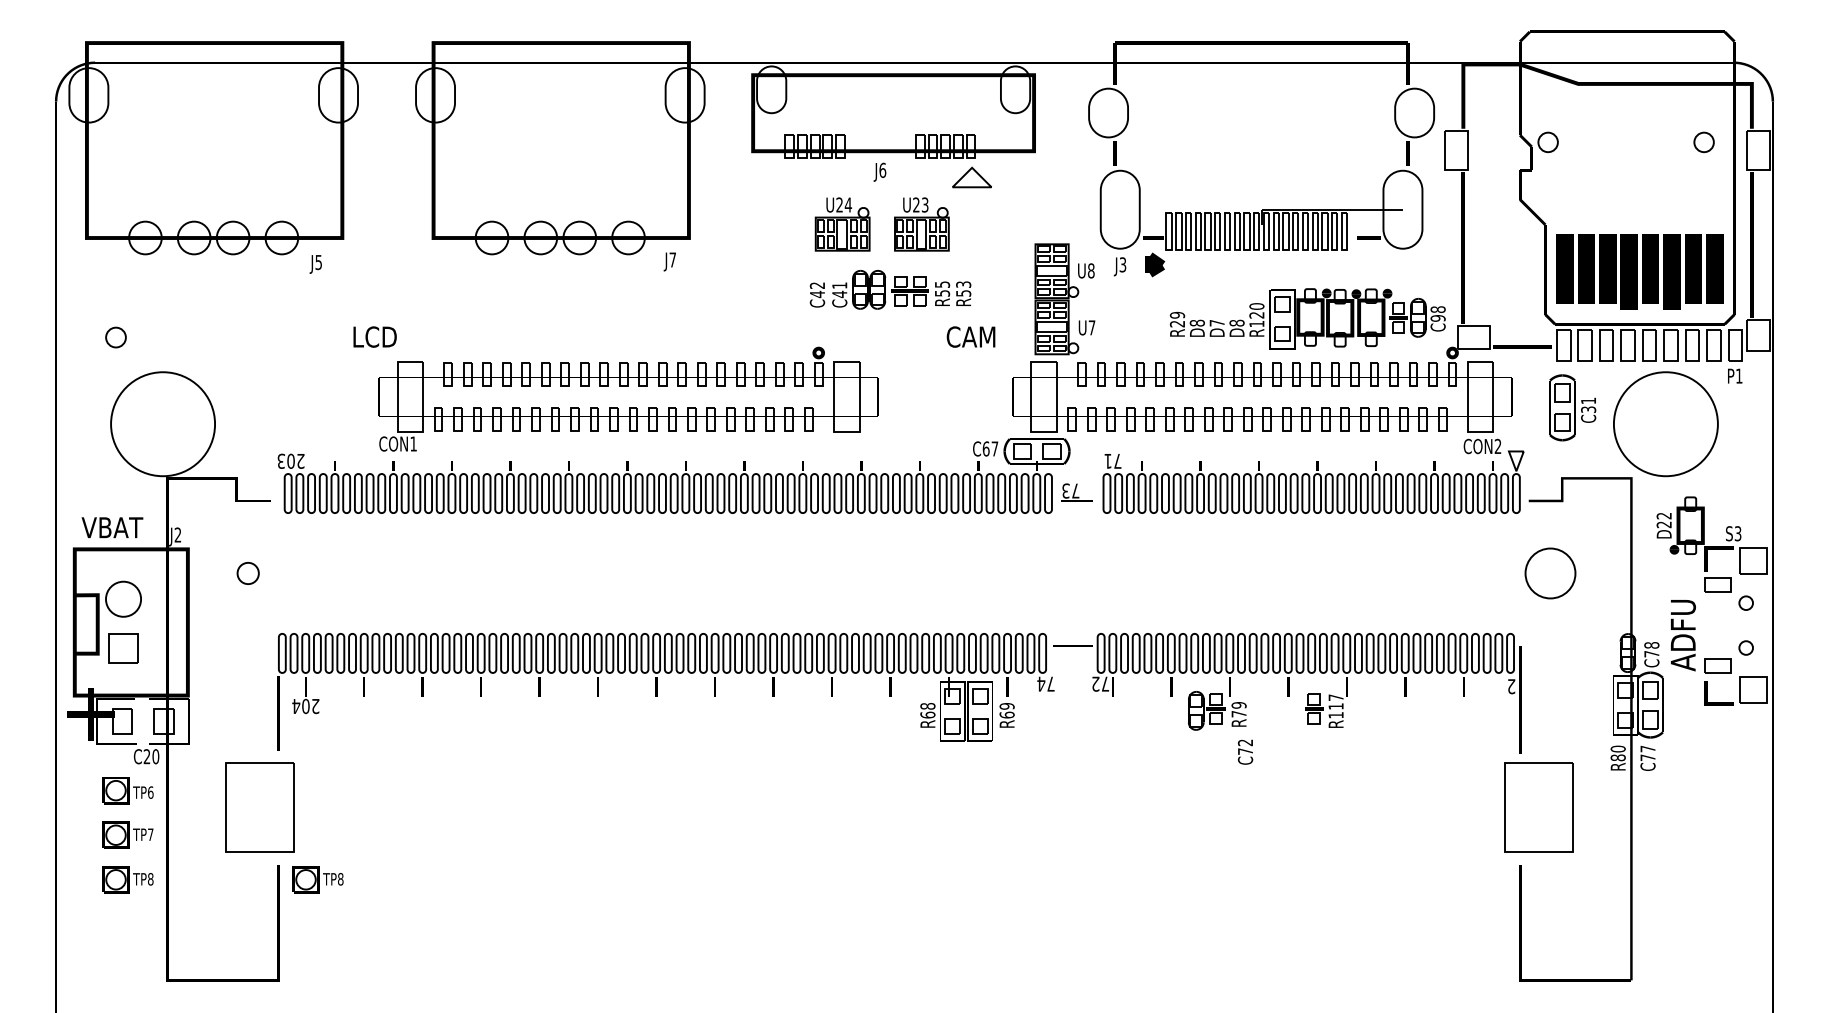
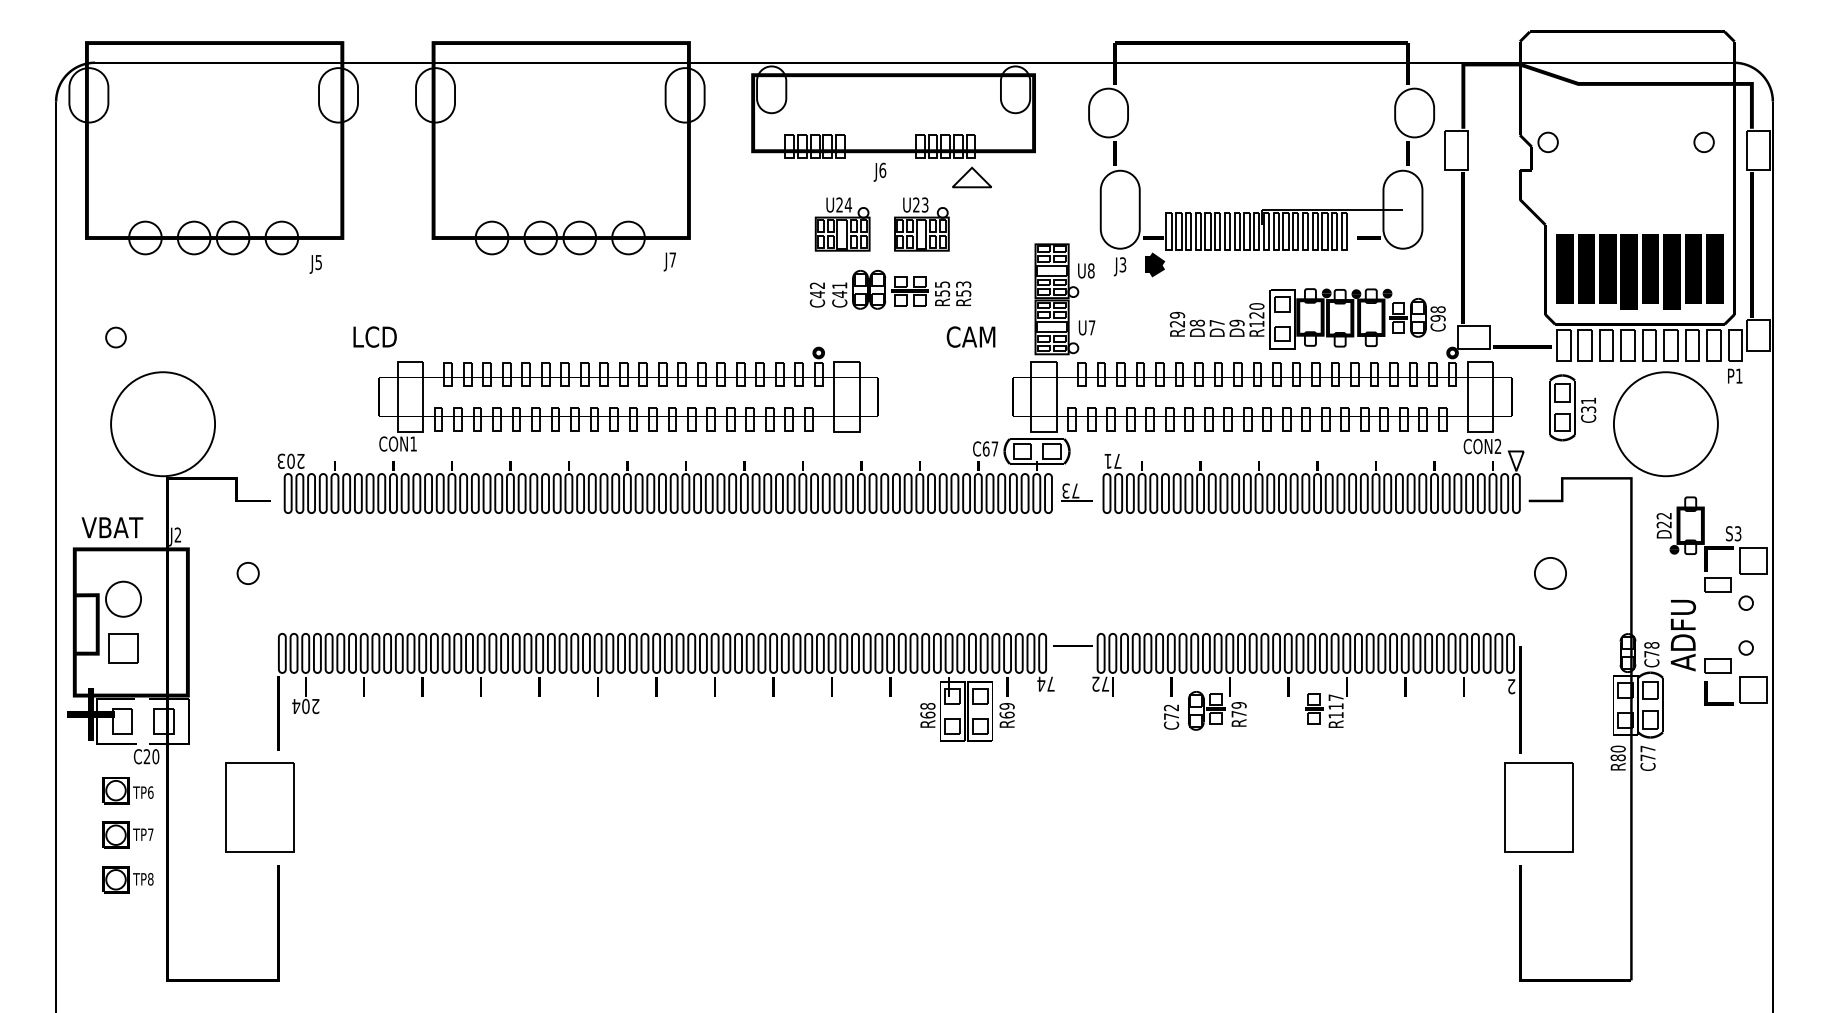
text at (1236, 322): D8 -> D9
circle at (1550, 573) diameter: 50 px -> 31 px
text at (1245, 751) position: (1245, 751) -> (1171, 716)
part at (317, 879): present -> none
